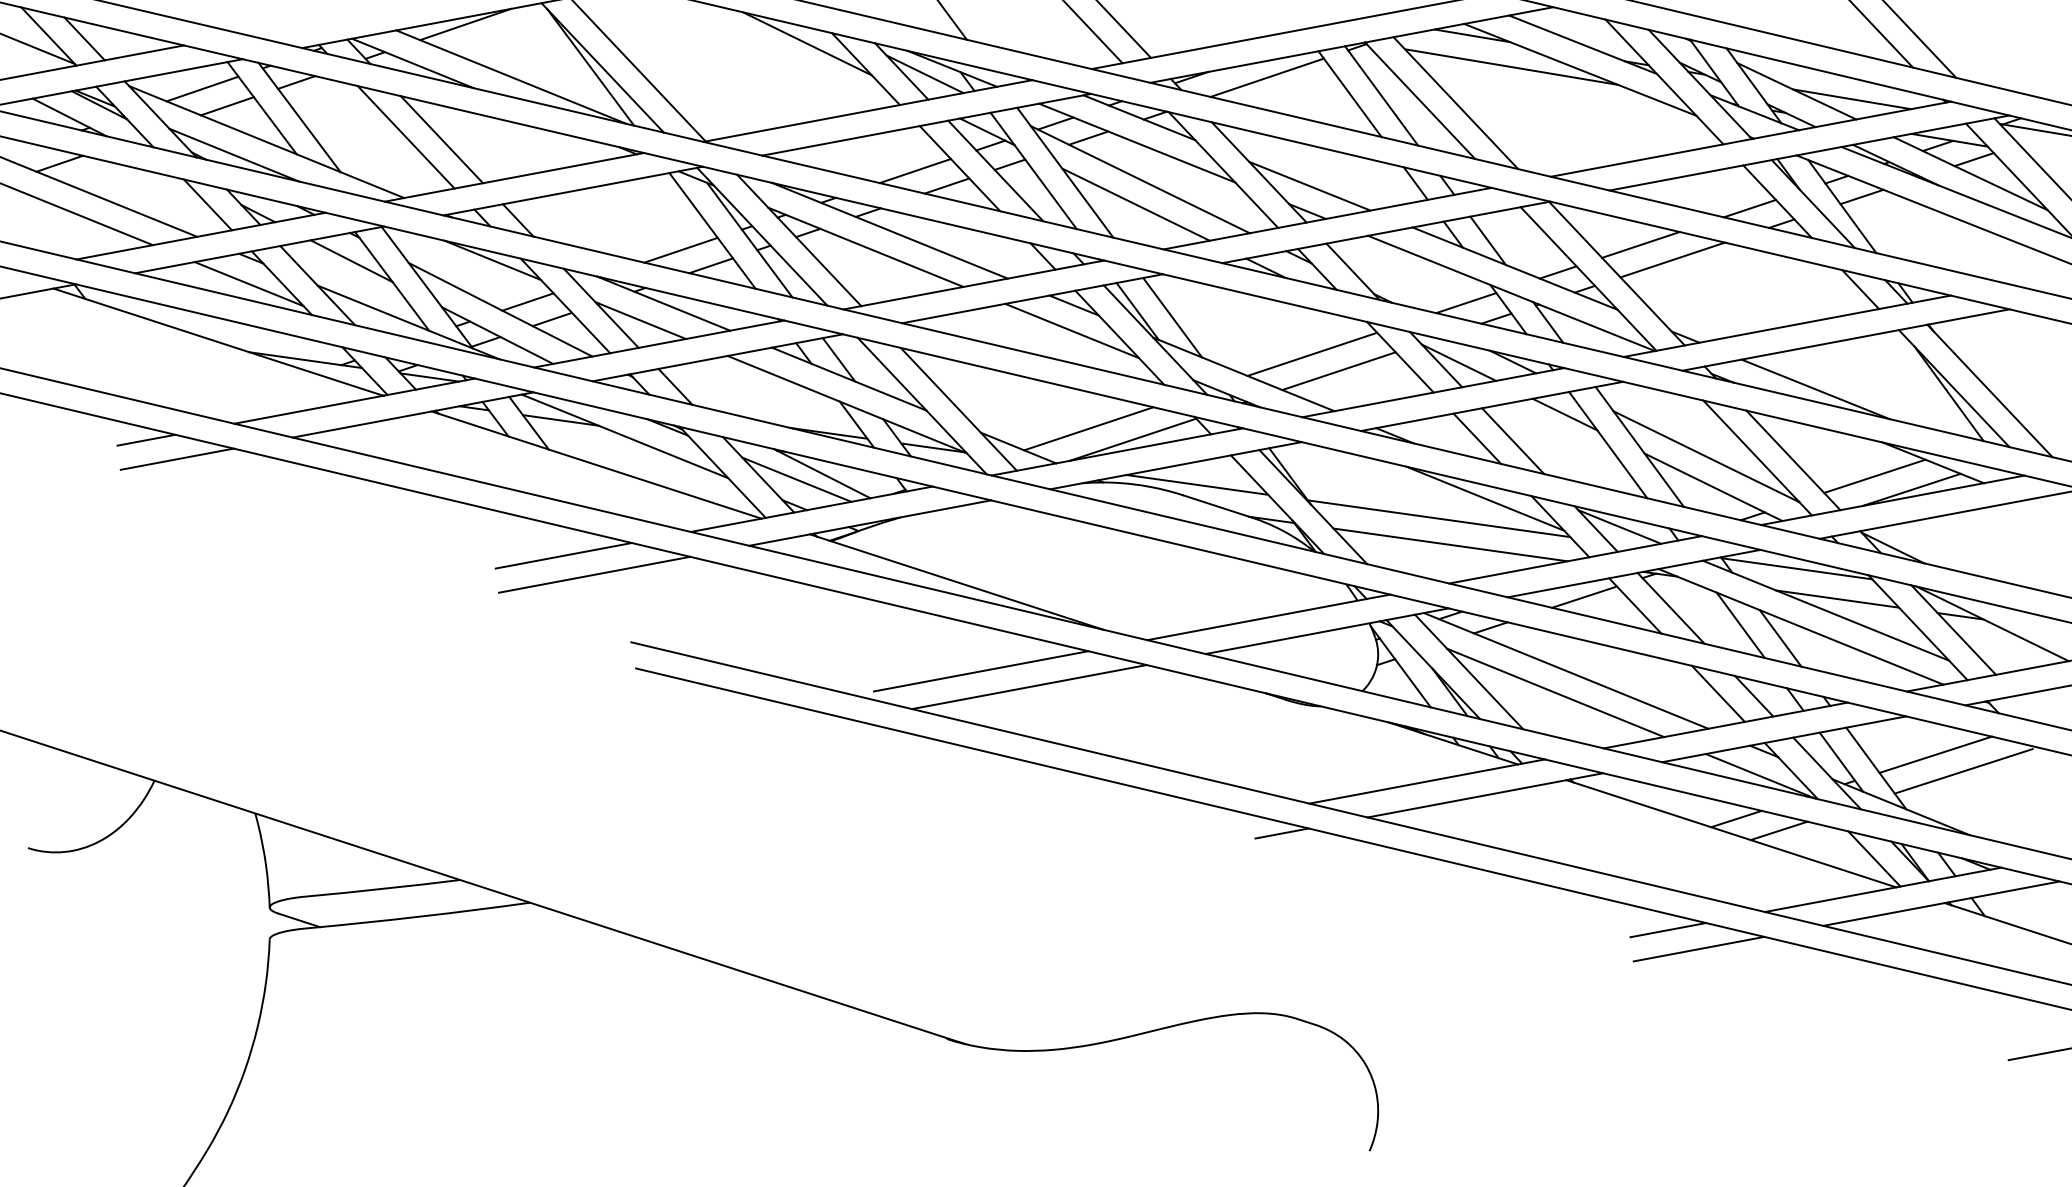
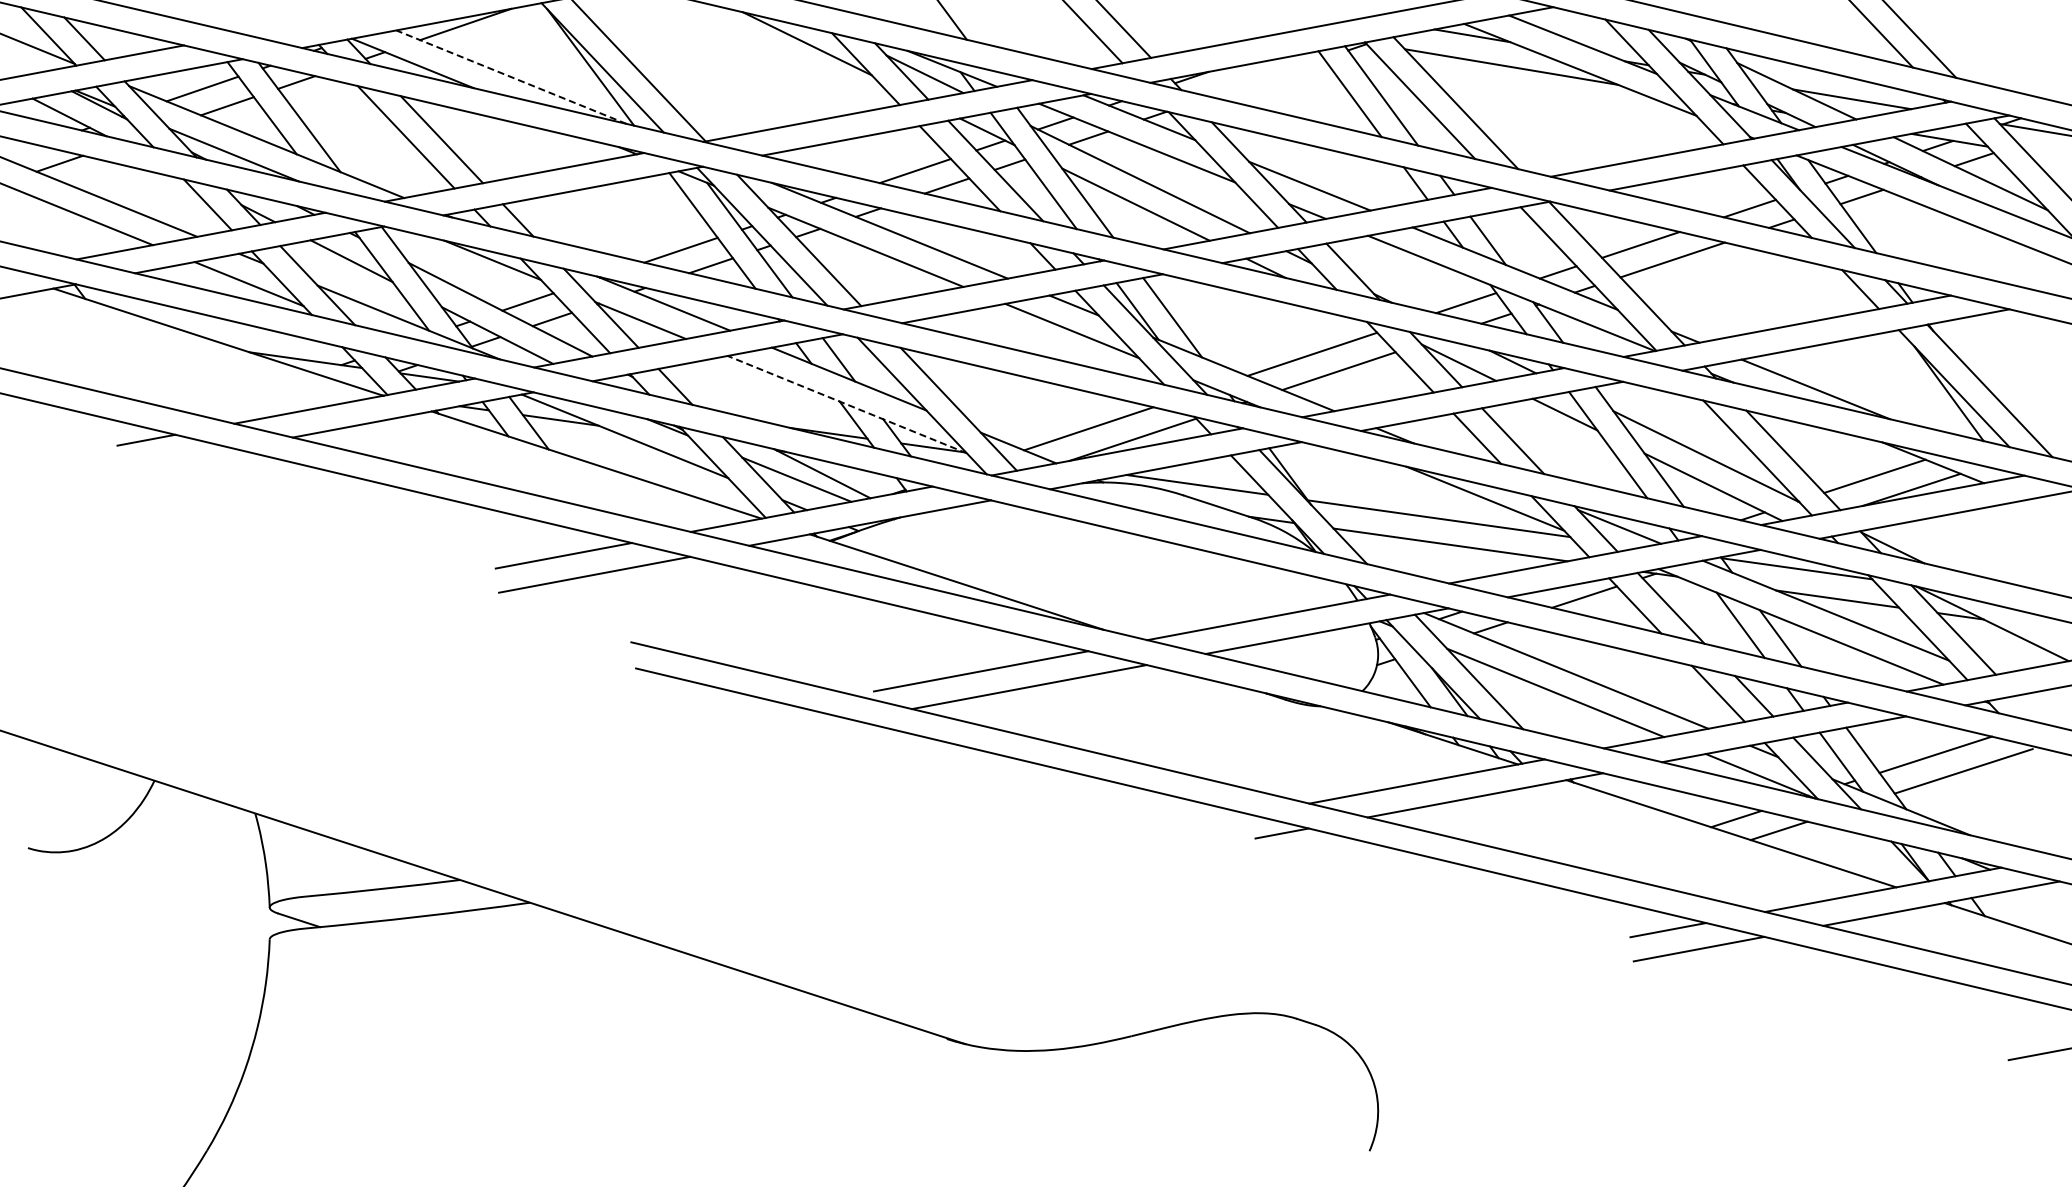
line at (510, 76): solid -> dashed
line at (1266, 77): present -> none
line at (846, 404): solid -> dashed
line at (176, 458): present -> none
line at (1874, 858): present -> none
